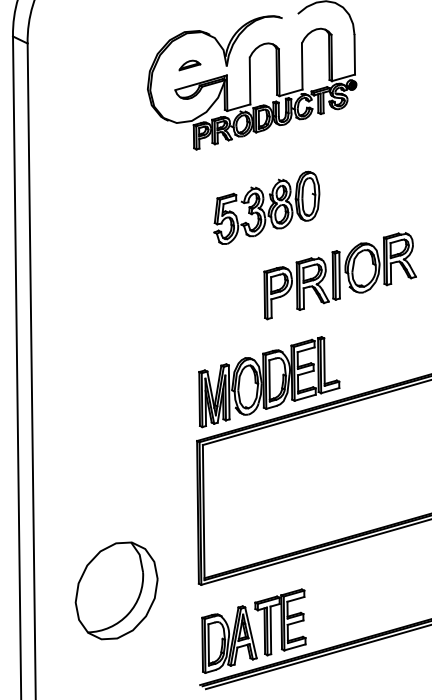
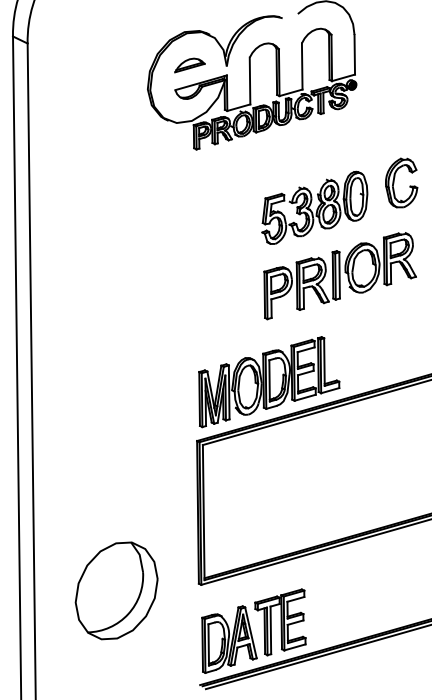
part at (189, 65) size: 24x13 px -> 32x17 px
part at (394, 182): none -> present
part at (266, 207) position: (266, 207) -> (314, 207)
